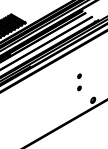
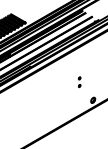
part at (79, 82) size: 5x19 px -> 4x12 px
